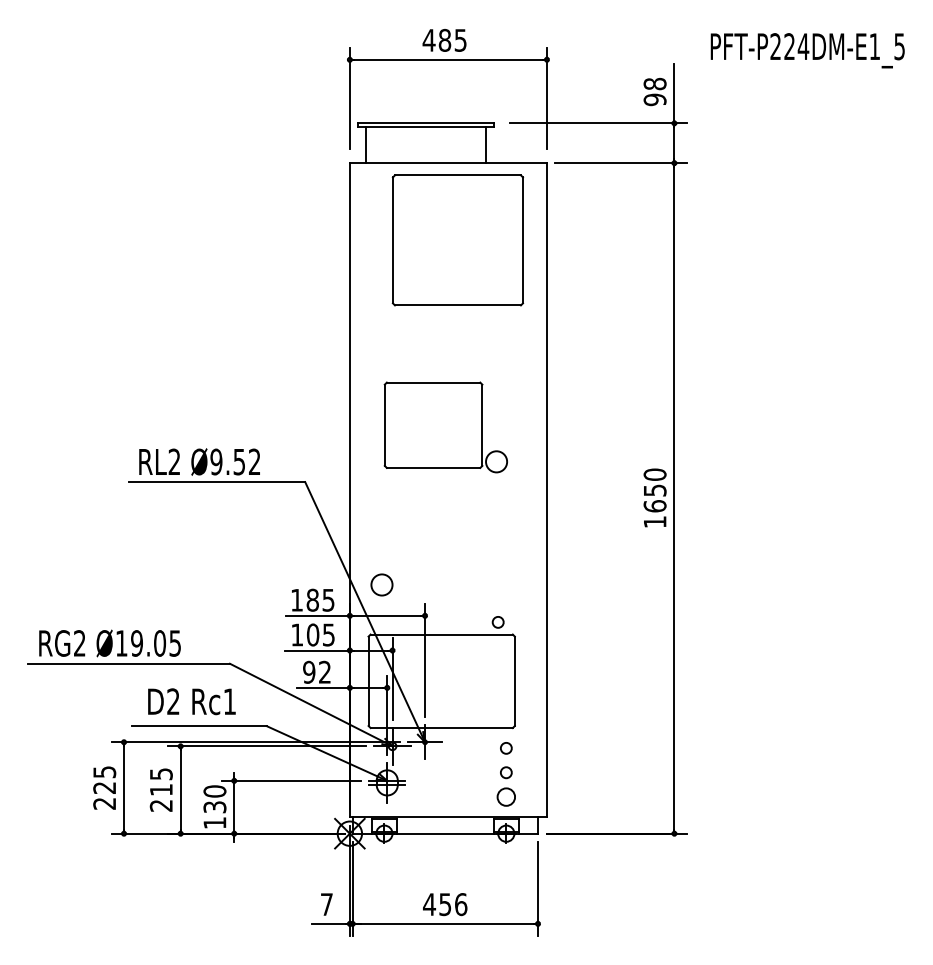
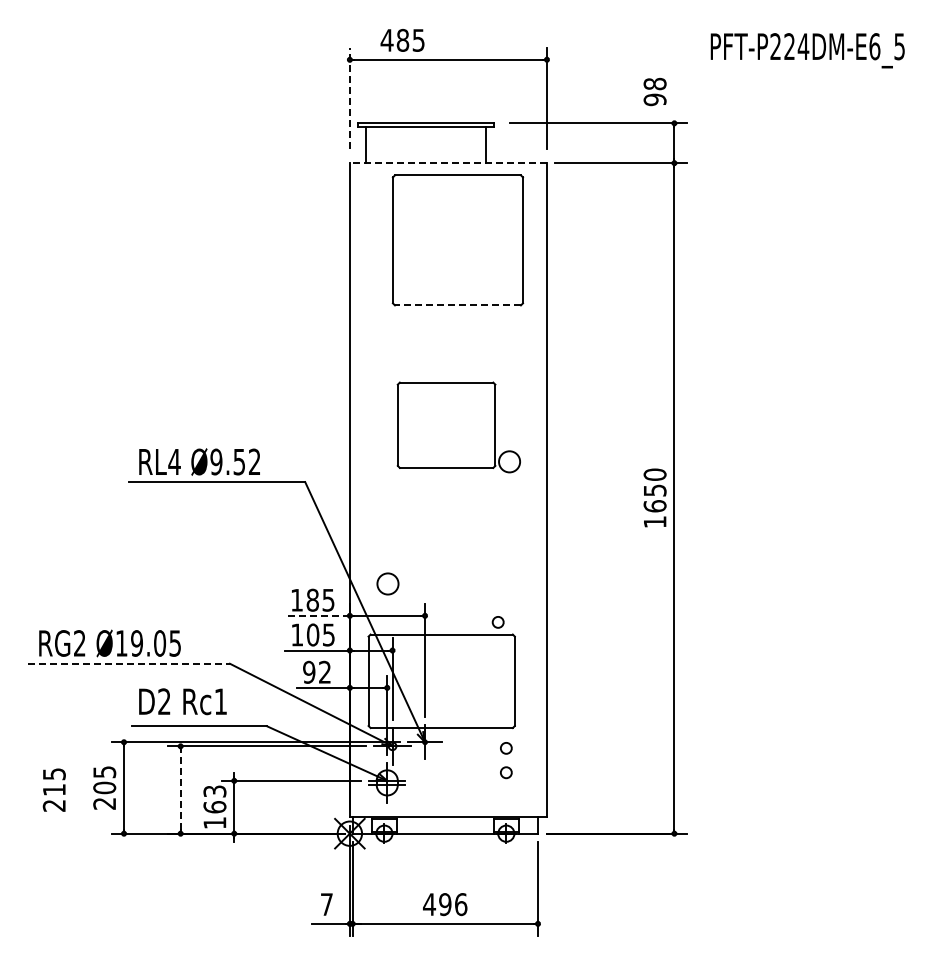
text at (444, 40) position: (444, 40) -> (402, 40)
text at (874, 46): PFT-P224DM-E1_5 -> PFT-P224DM-E6_5
line at (674, 93): present -> none
line at (349, 98): solid -> dashed
line at (448, 163): solid -> dashed
line at (457, 305): solid -> dashed
part at (445, 427) position: (445, 427) -> (458, 427)
text at (174, 461): RL2 -> RL4
circle at (381, 584) position: (381, 584) -> (387, 583)
line at (318, 615): solid -> dashed
line at (129, 663): solid -> dashed
text at (191, 701) position: (191, 701) -> (182, 701)
text at (104, 787): 225 -> 205
text at (160, 789) position: (160, 789) -> (53, 789)
line at (180, 790): solid -> dashed
circle at (505, 796): present -> none
text at (214, 799): 130 -> 163
text at (445, 904): 456 -> 496
